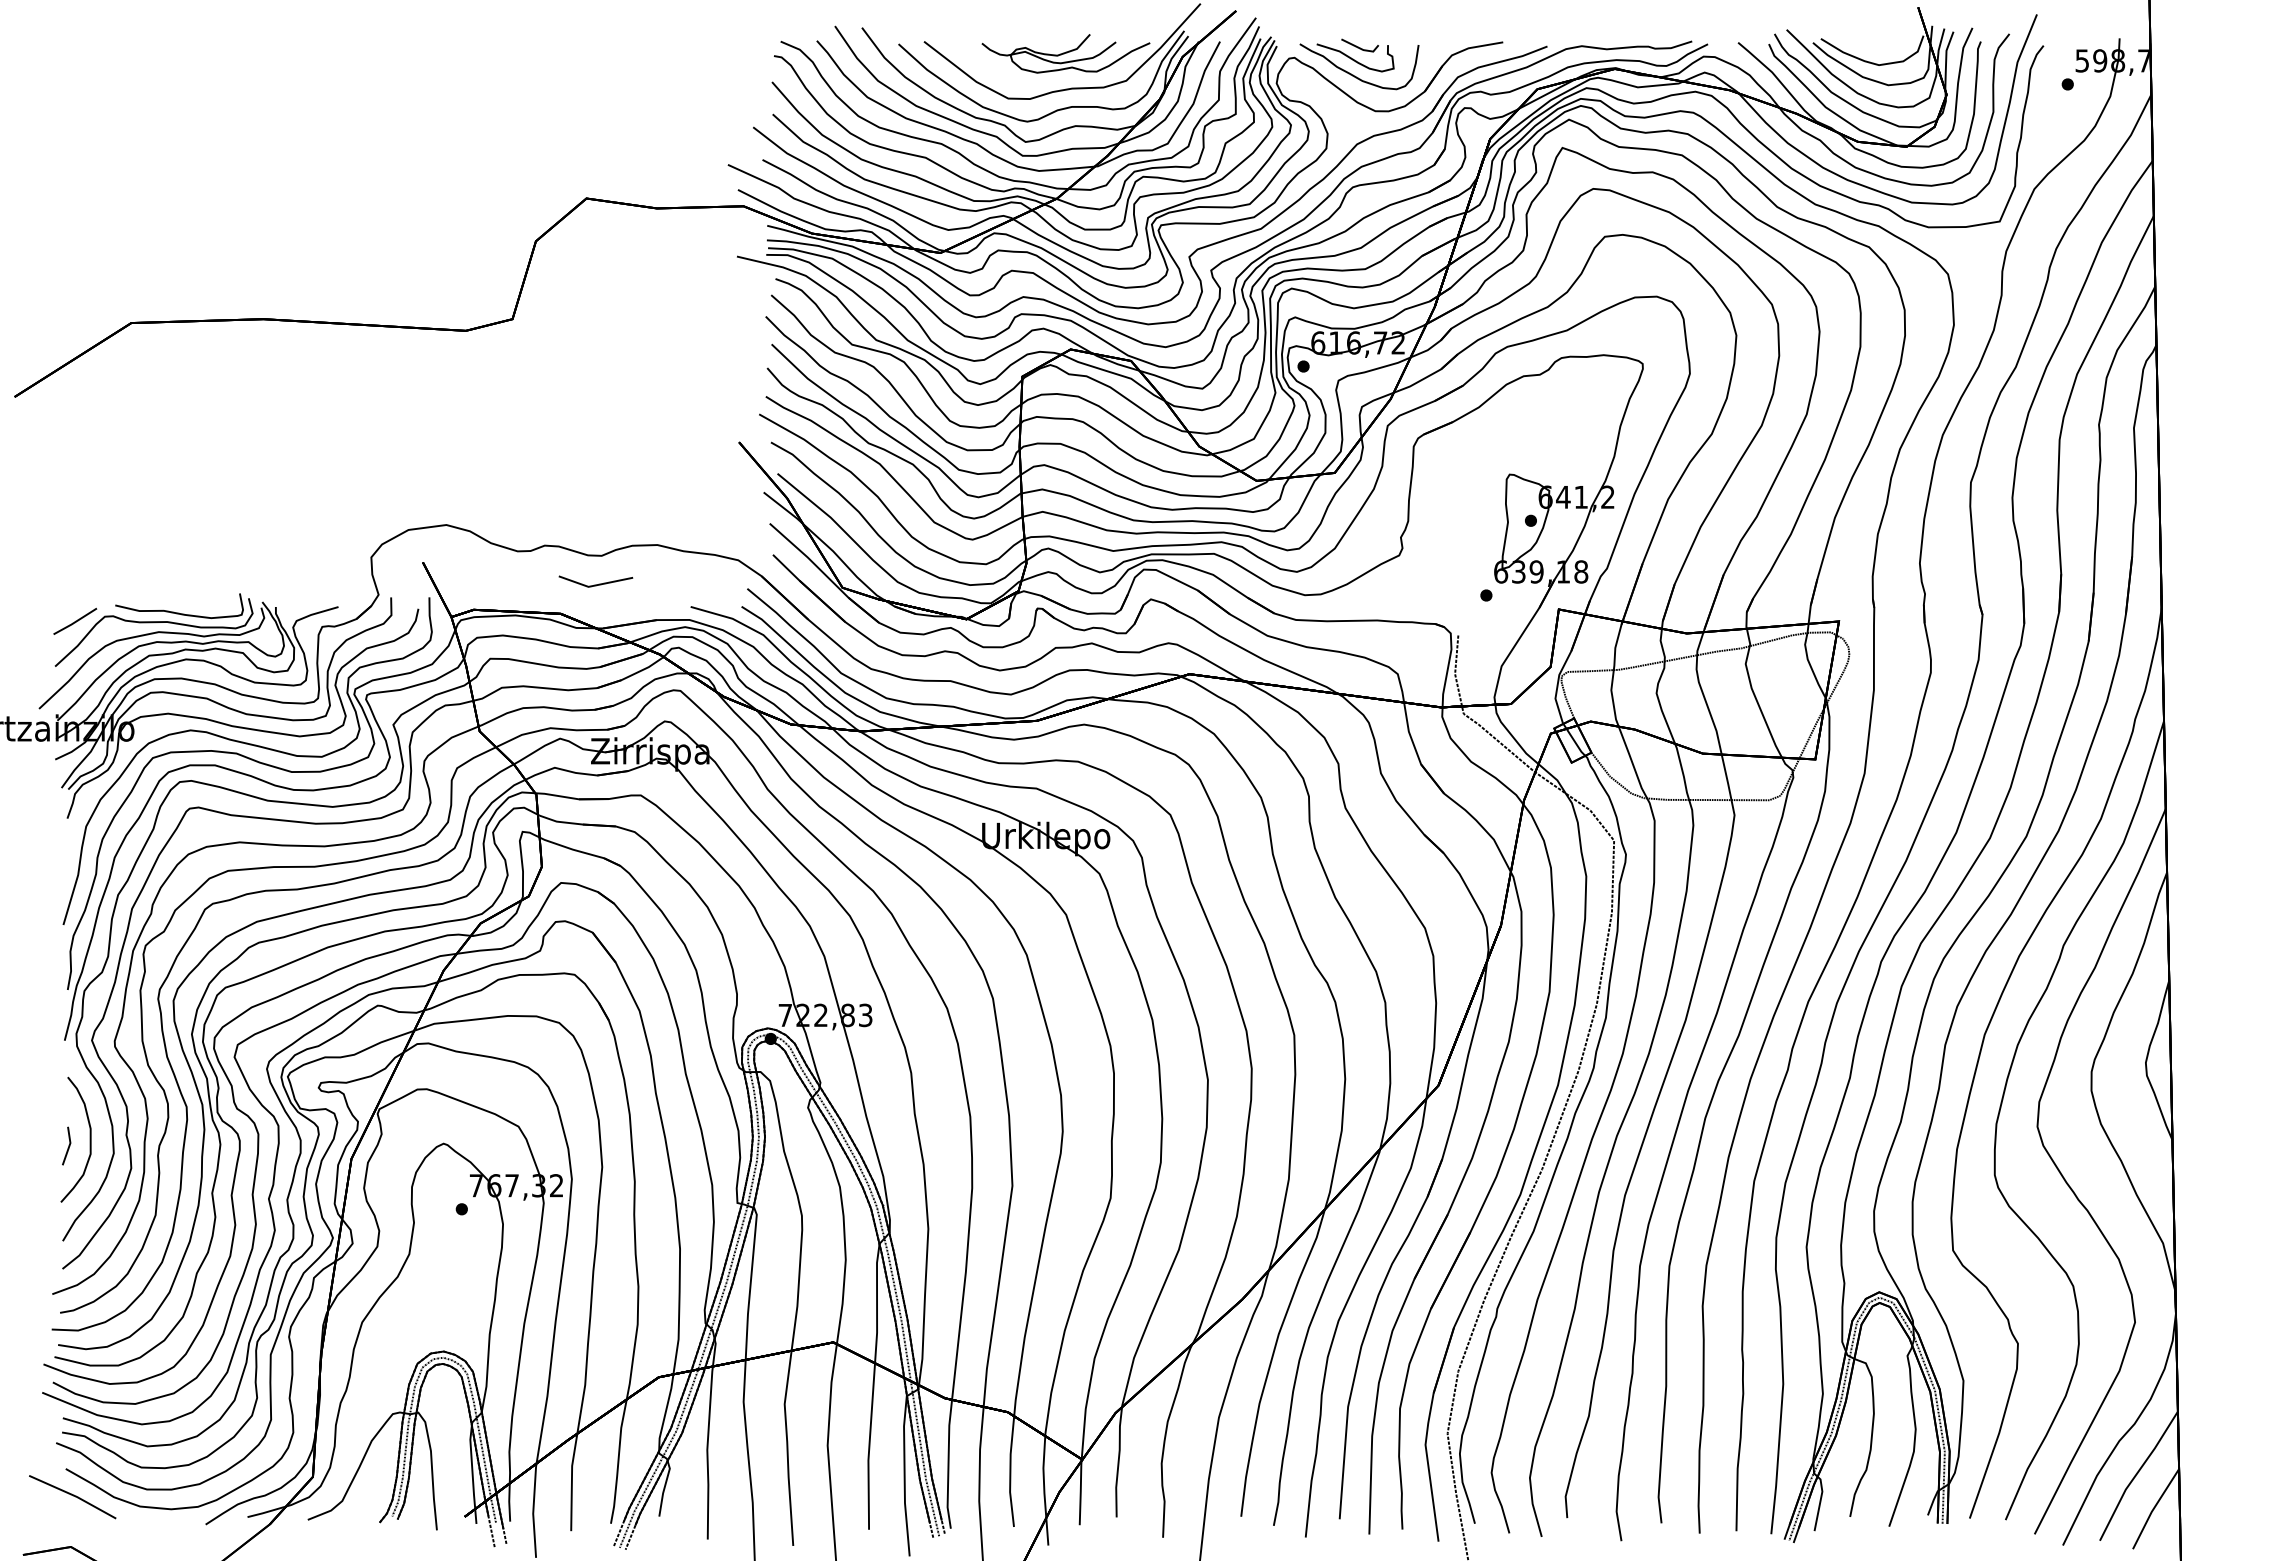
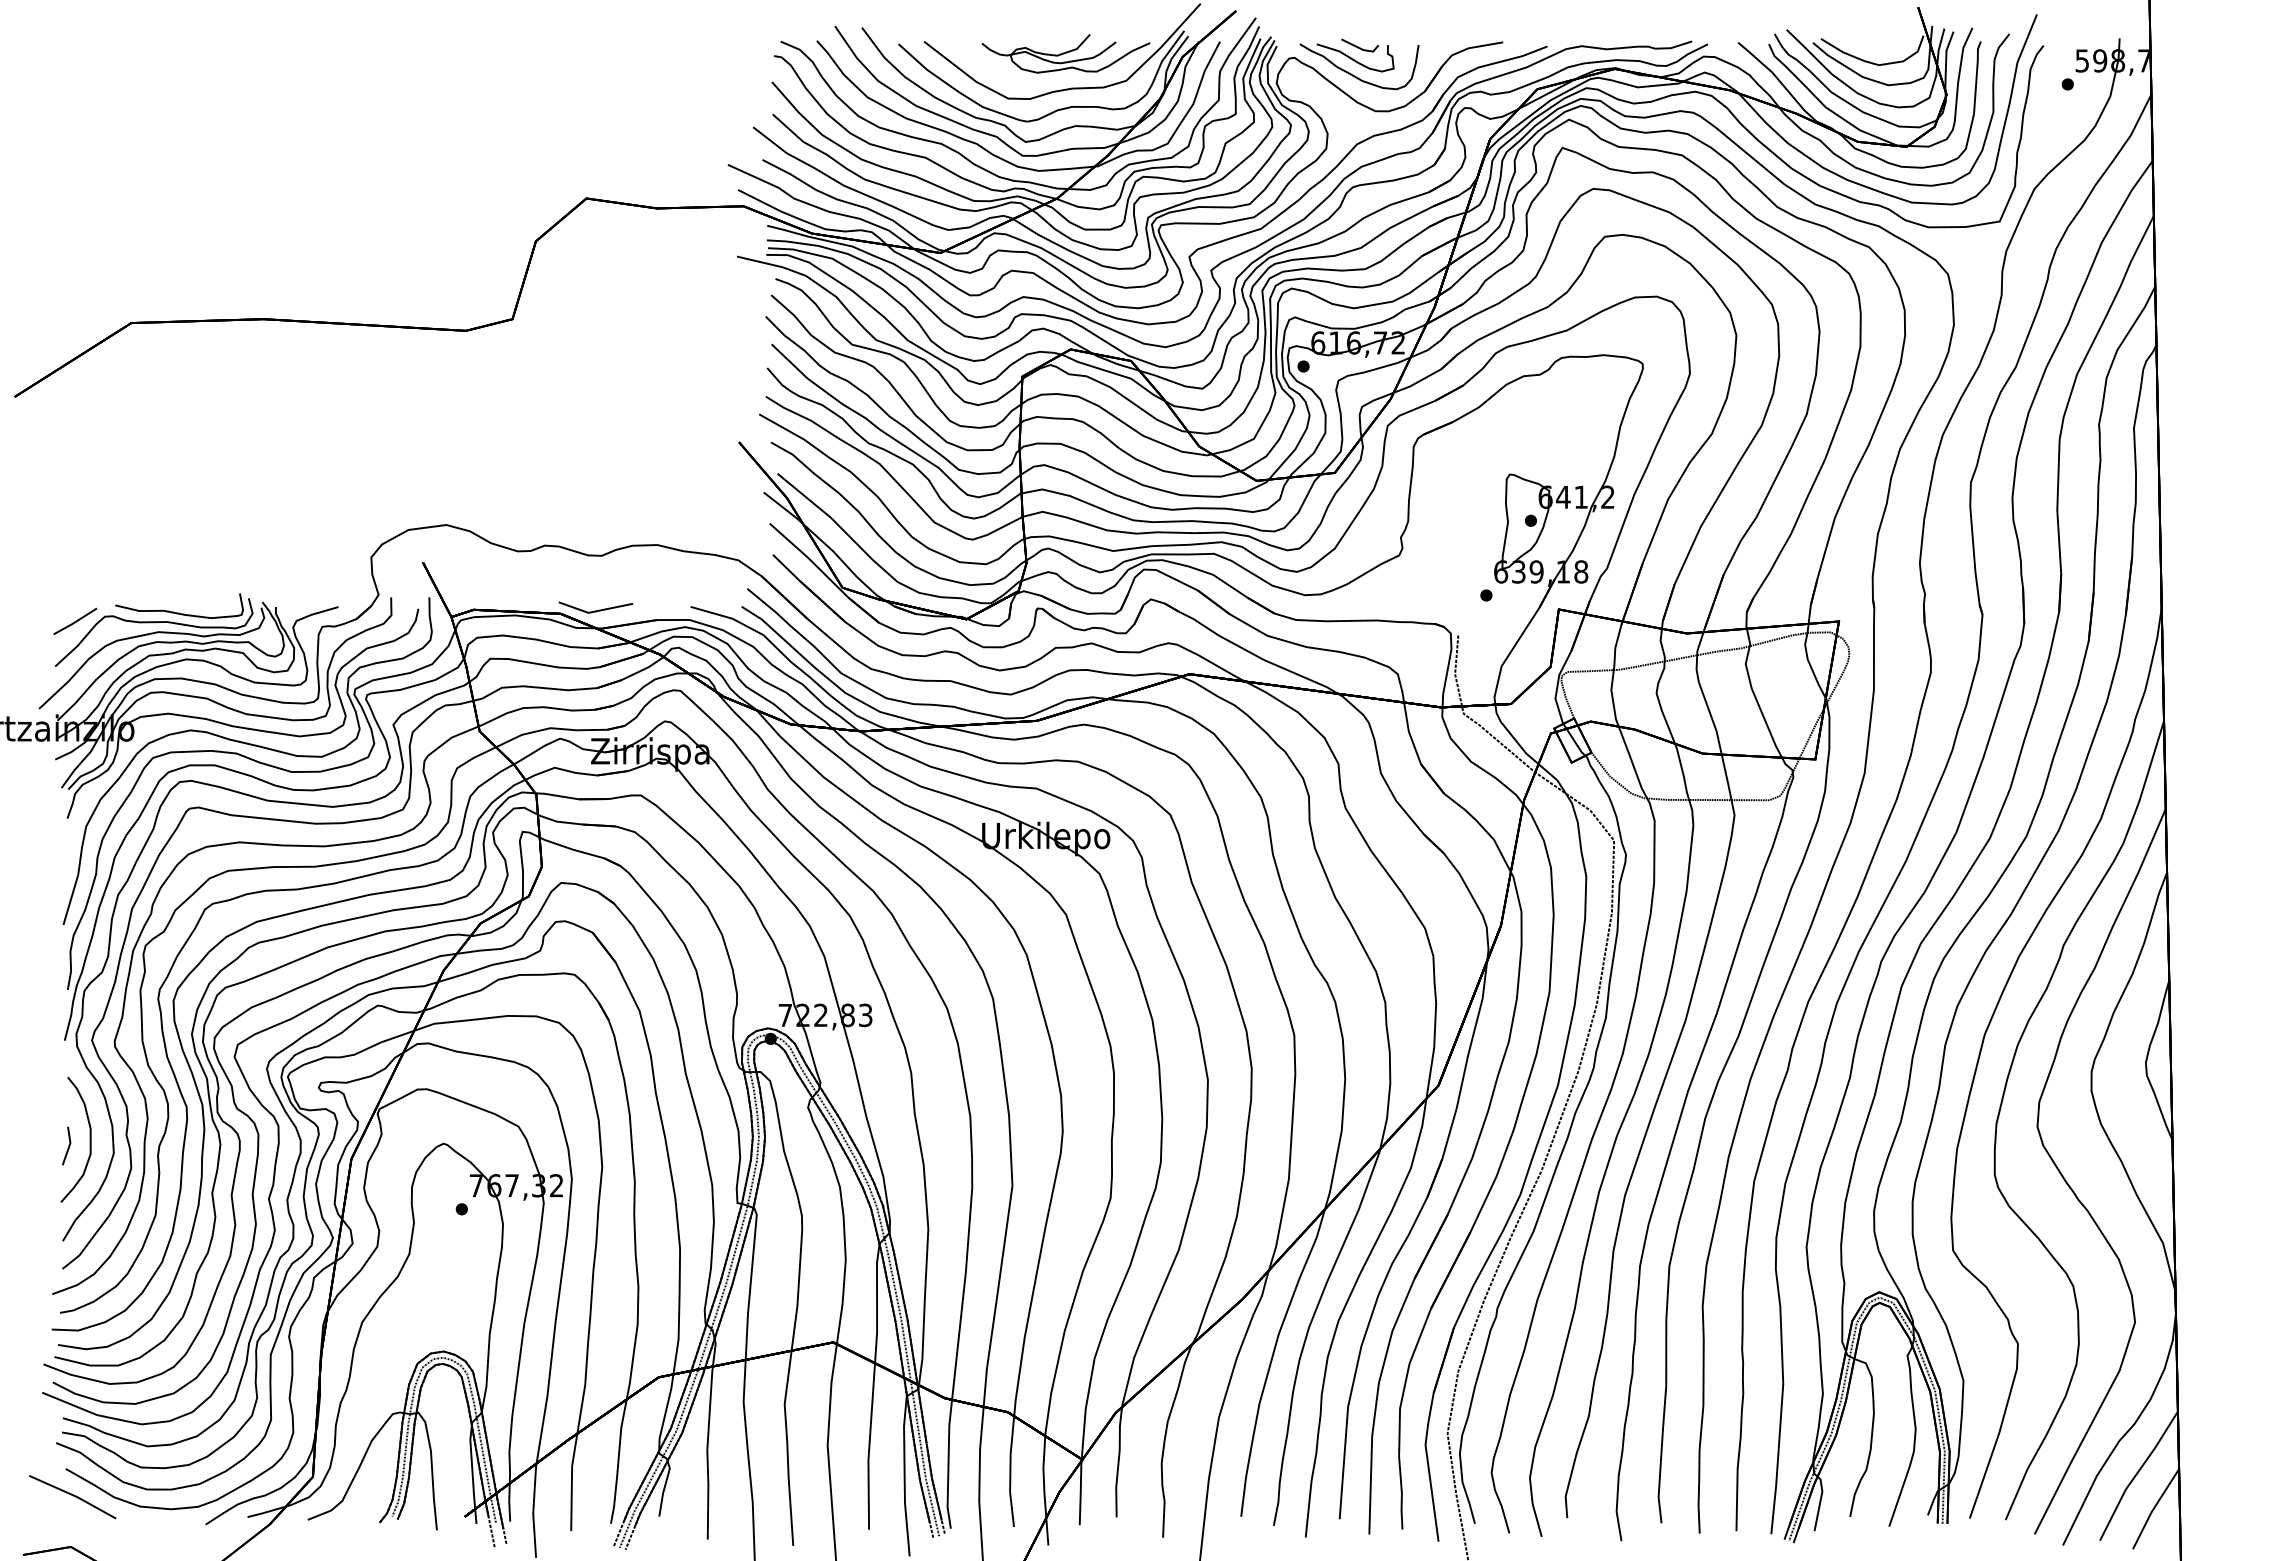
line at (595, 584) position: (595, 584) -> (595, 610)
